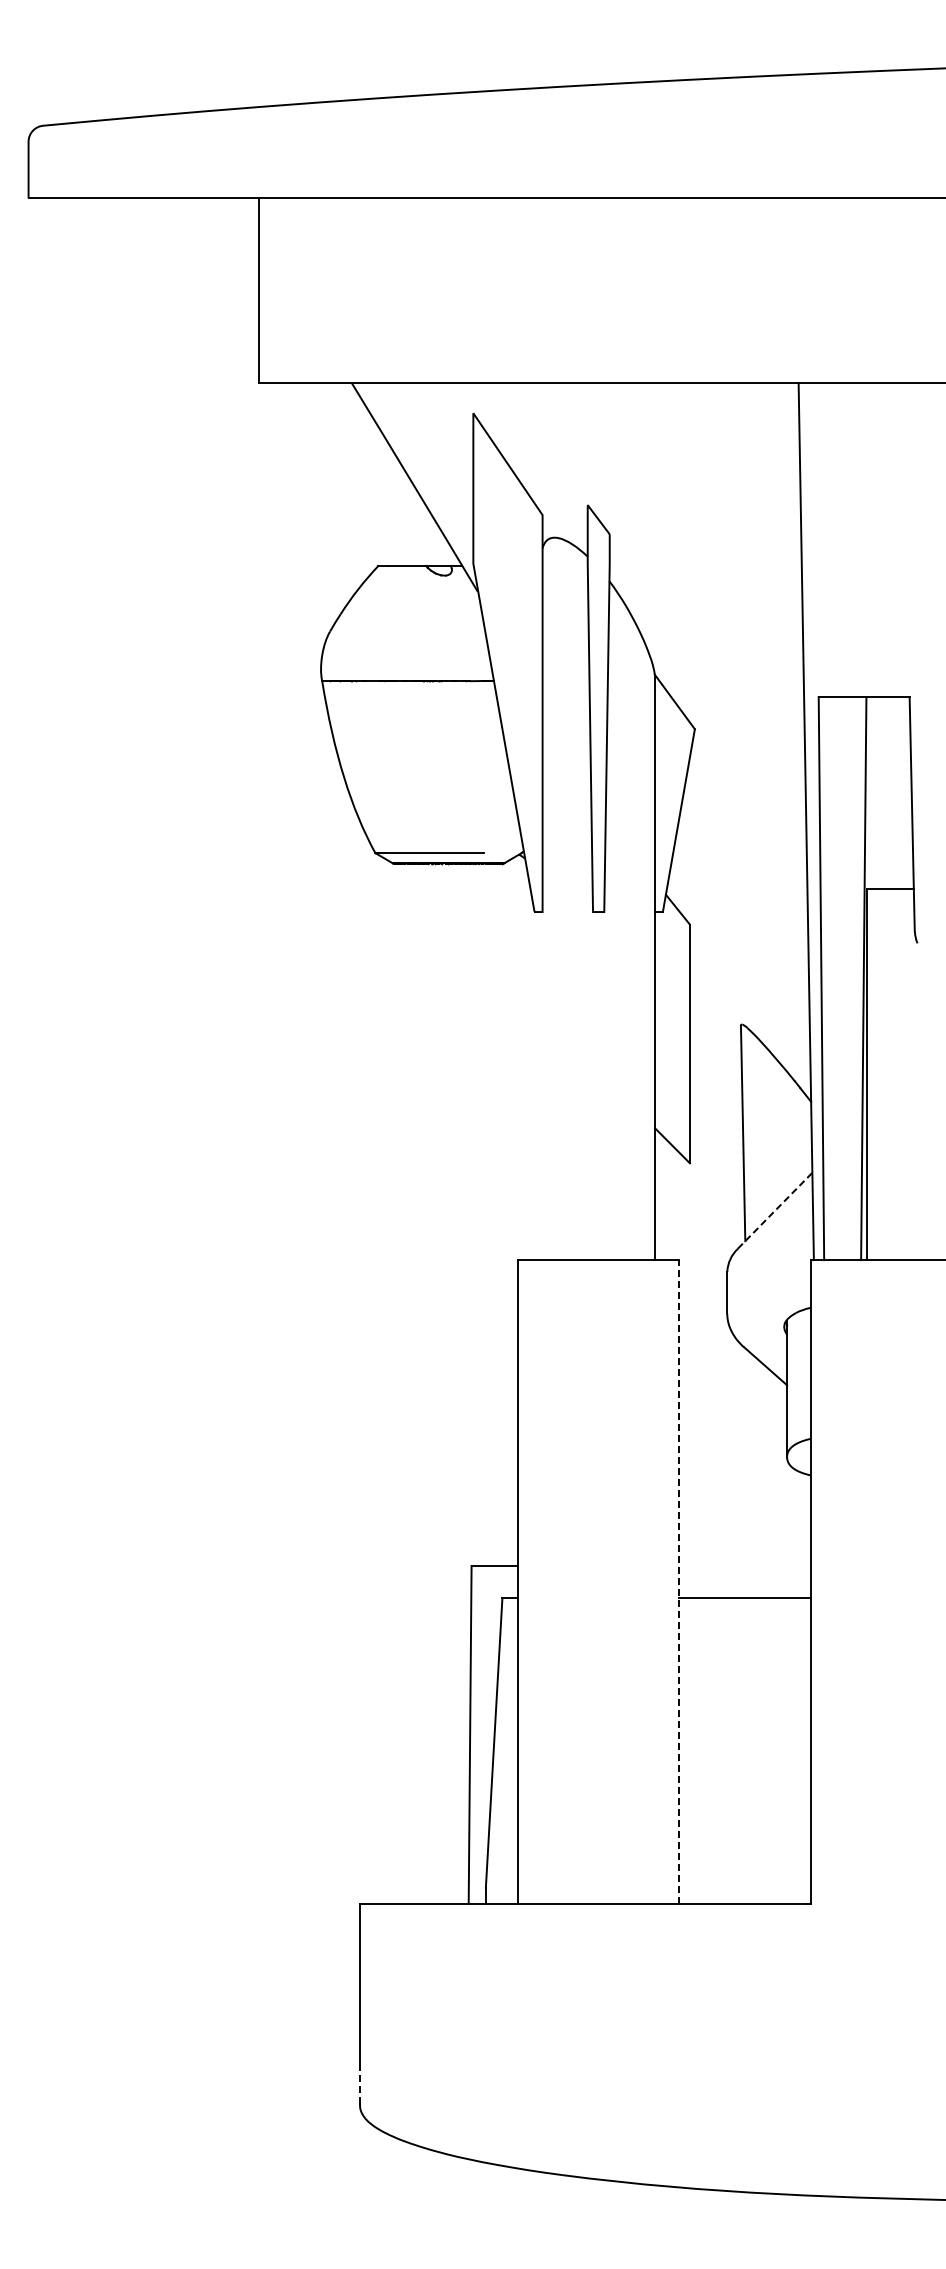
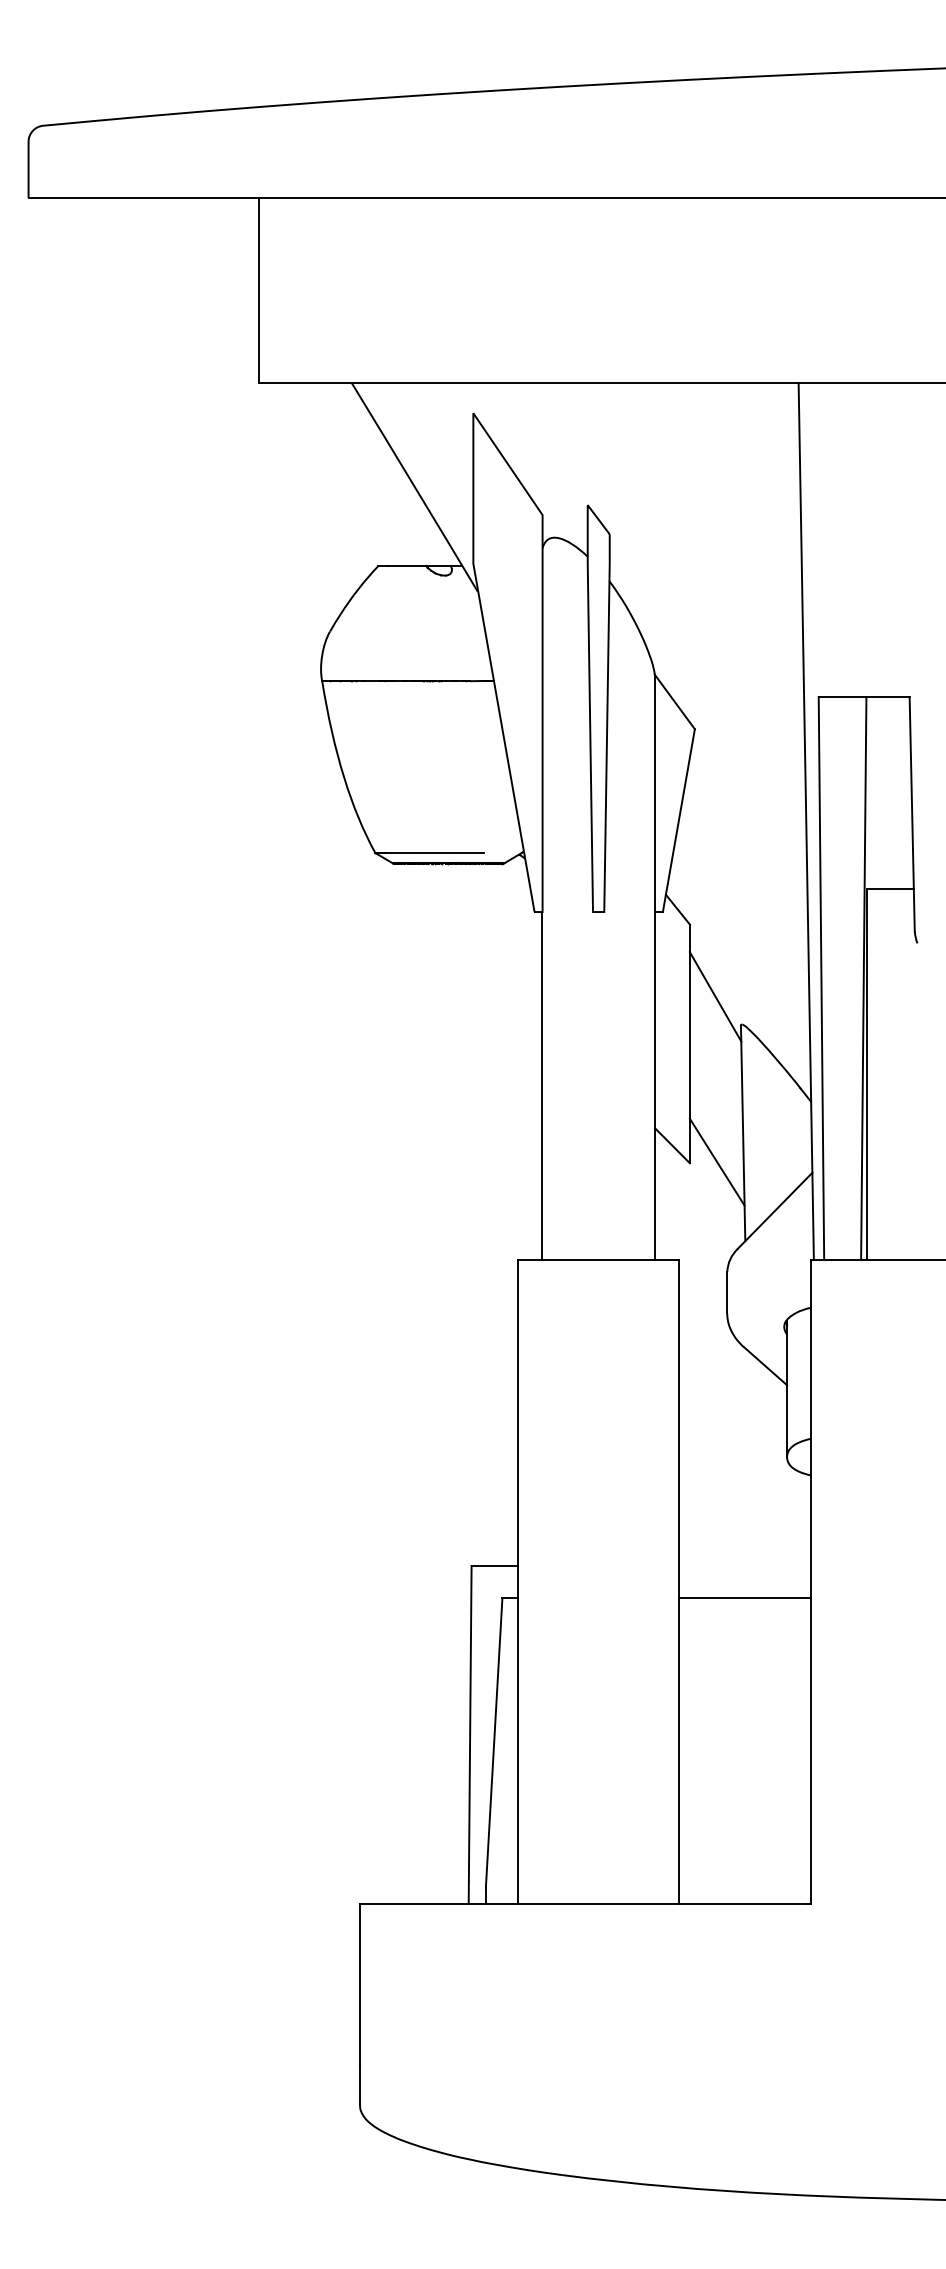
line at (715, 996): none -> present
line at (542, 1086): none -> present
line at (716, 1161): none -> present
line at (775, 1210): dashed -> solid
line at (679, 1581): dashed -> solid
line at (360, 2084): dashed -> solid
